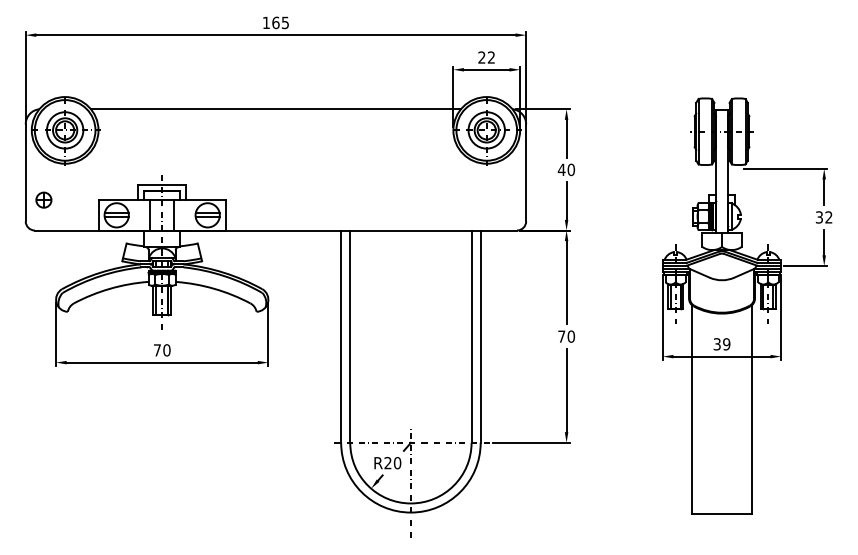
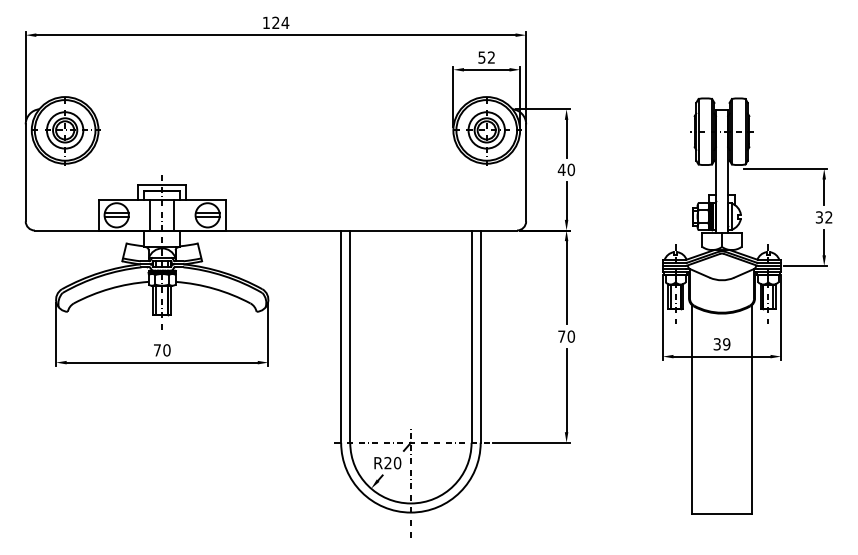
text at (280, 22): 165 -> 124
text at (481, 57): 22 -> 52
line at (275, 109): present -> none
part at (43, 199): present -> none
